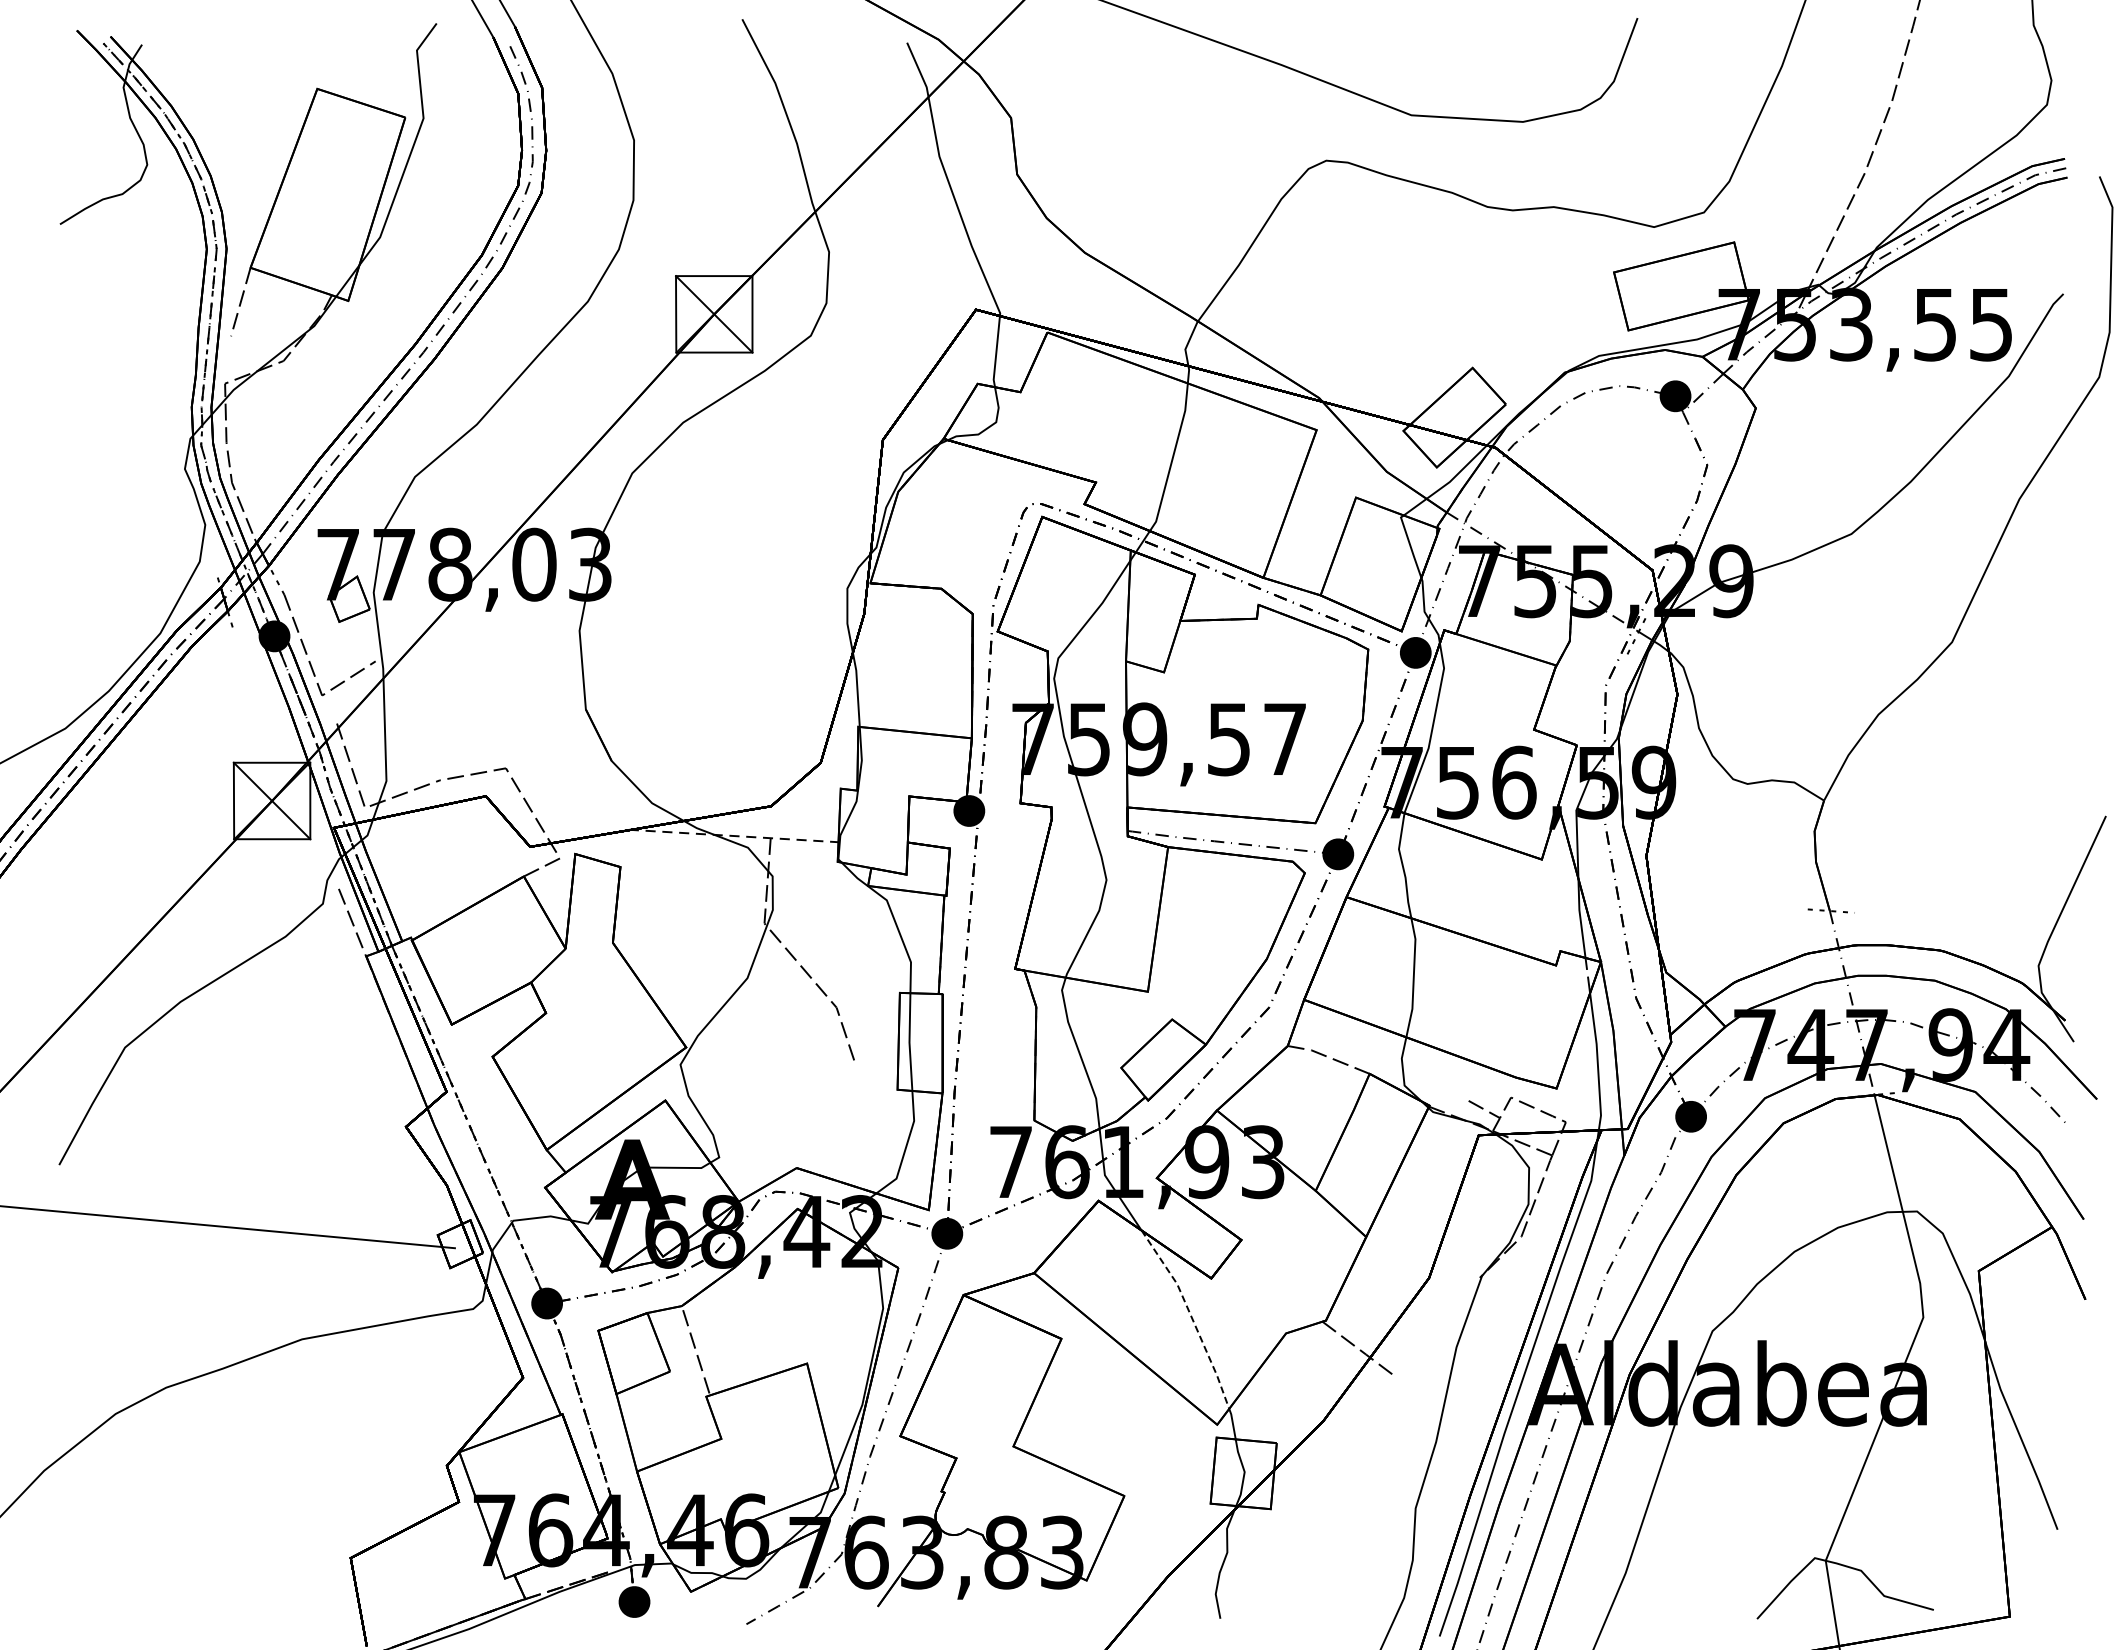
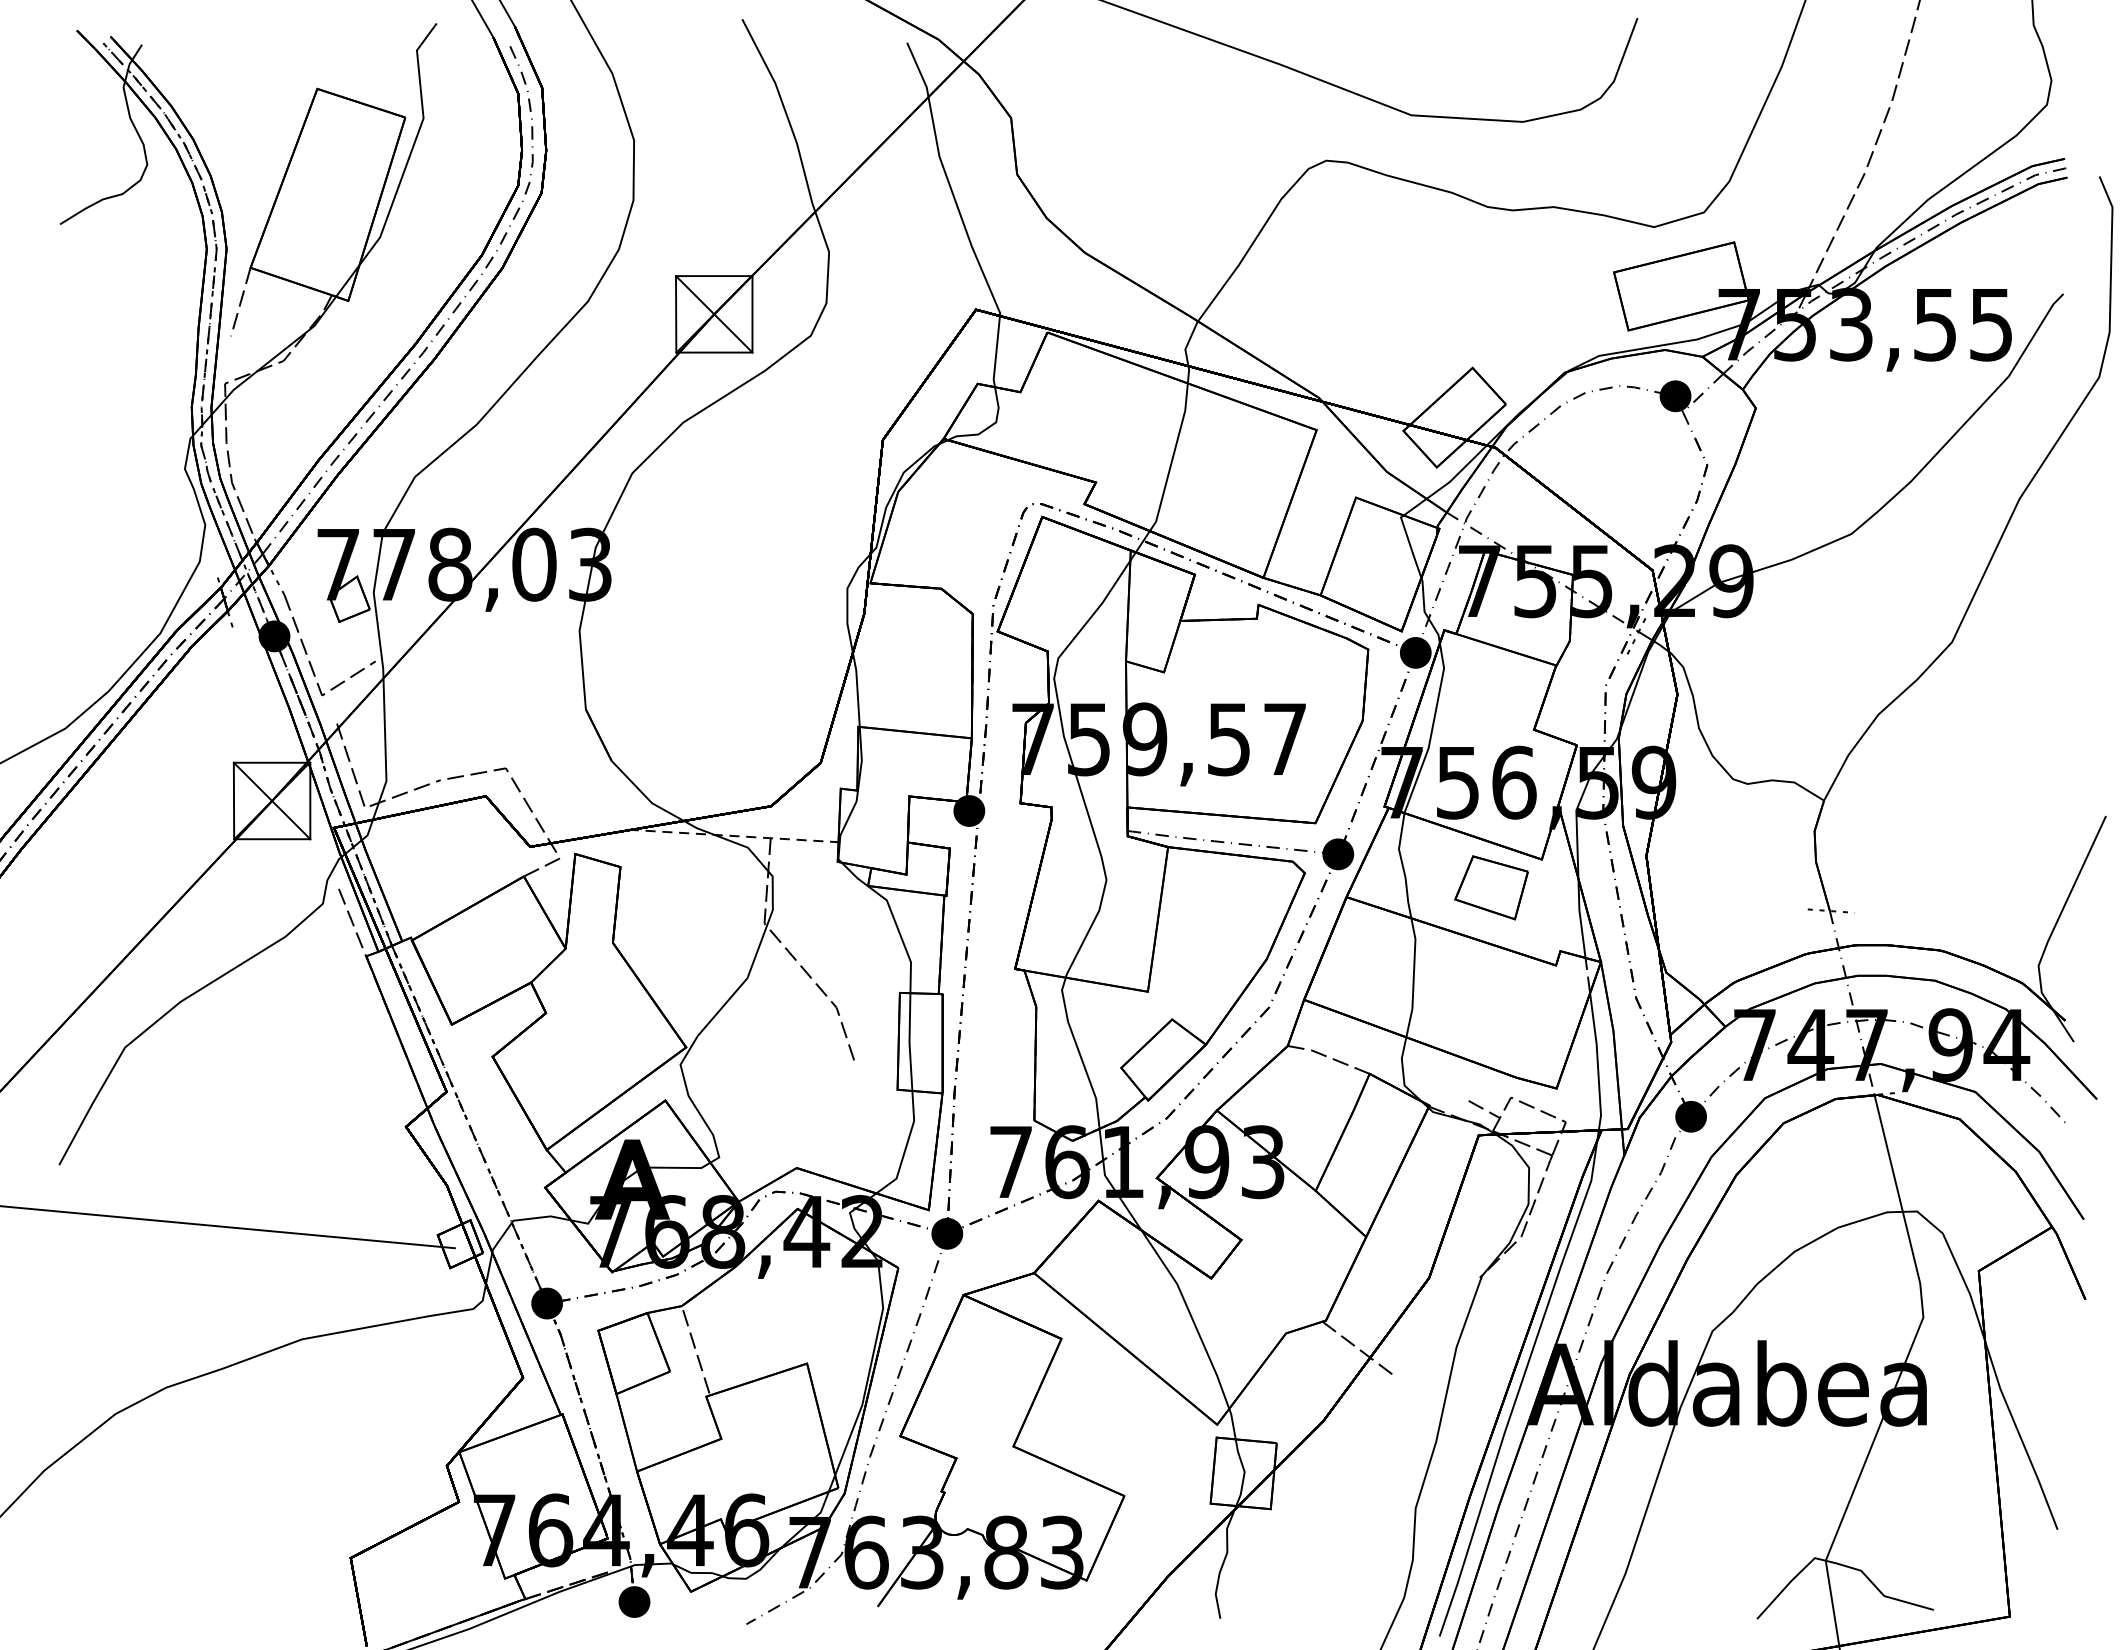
part at (1491, 887): none -> present
line at (1191, 1316): dashed -> solid
